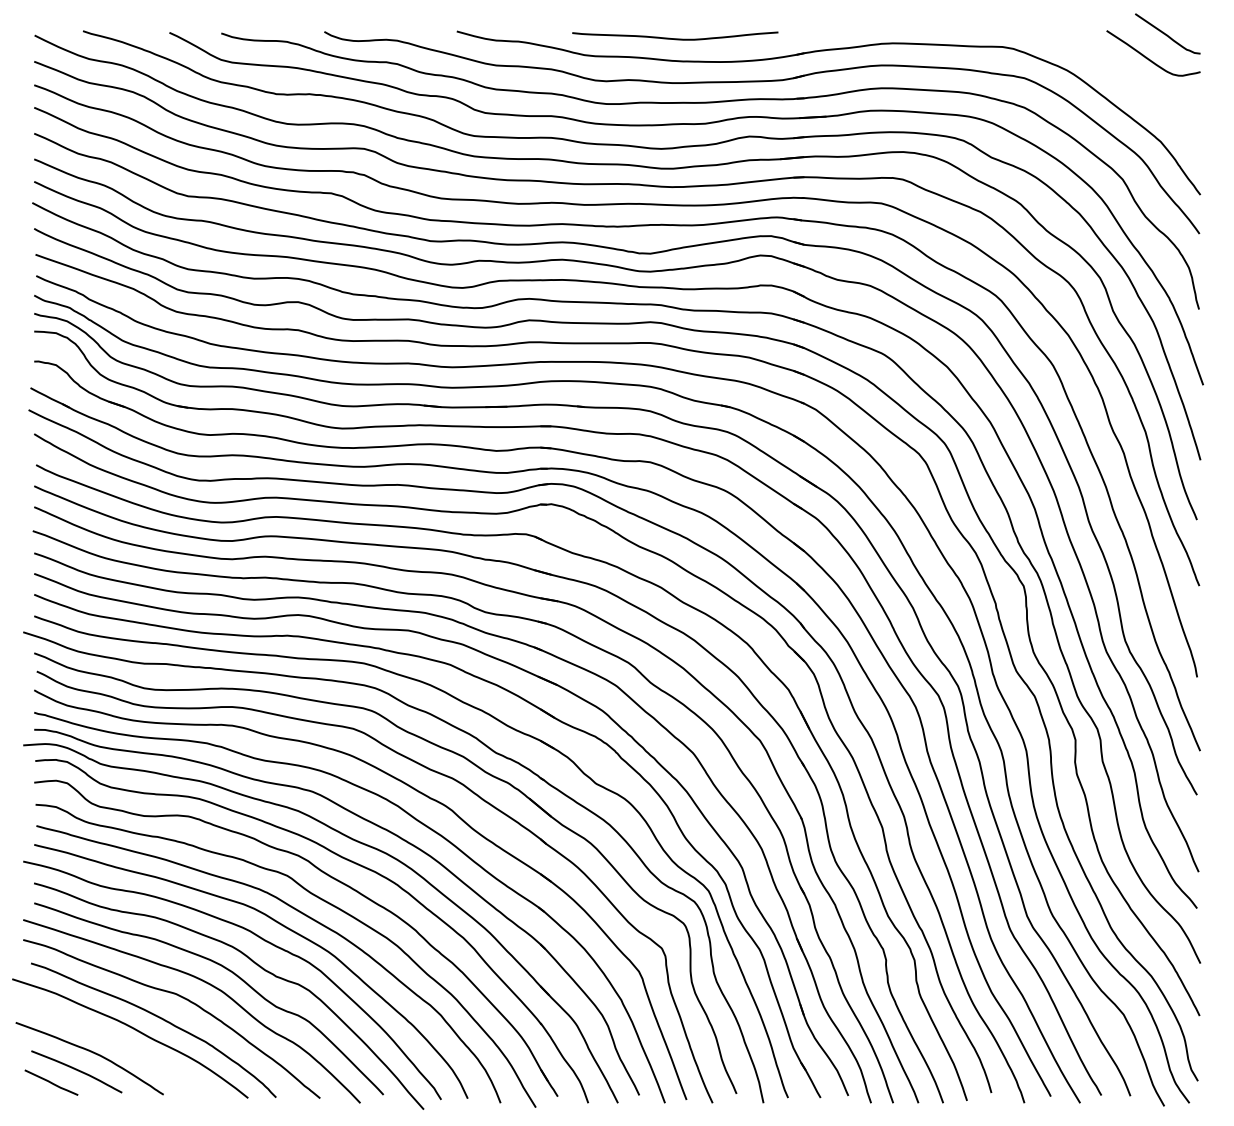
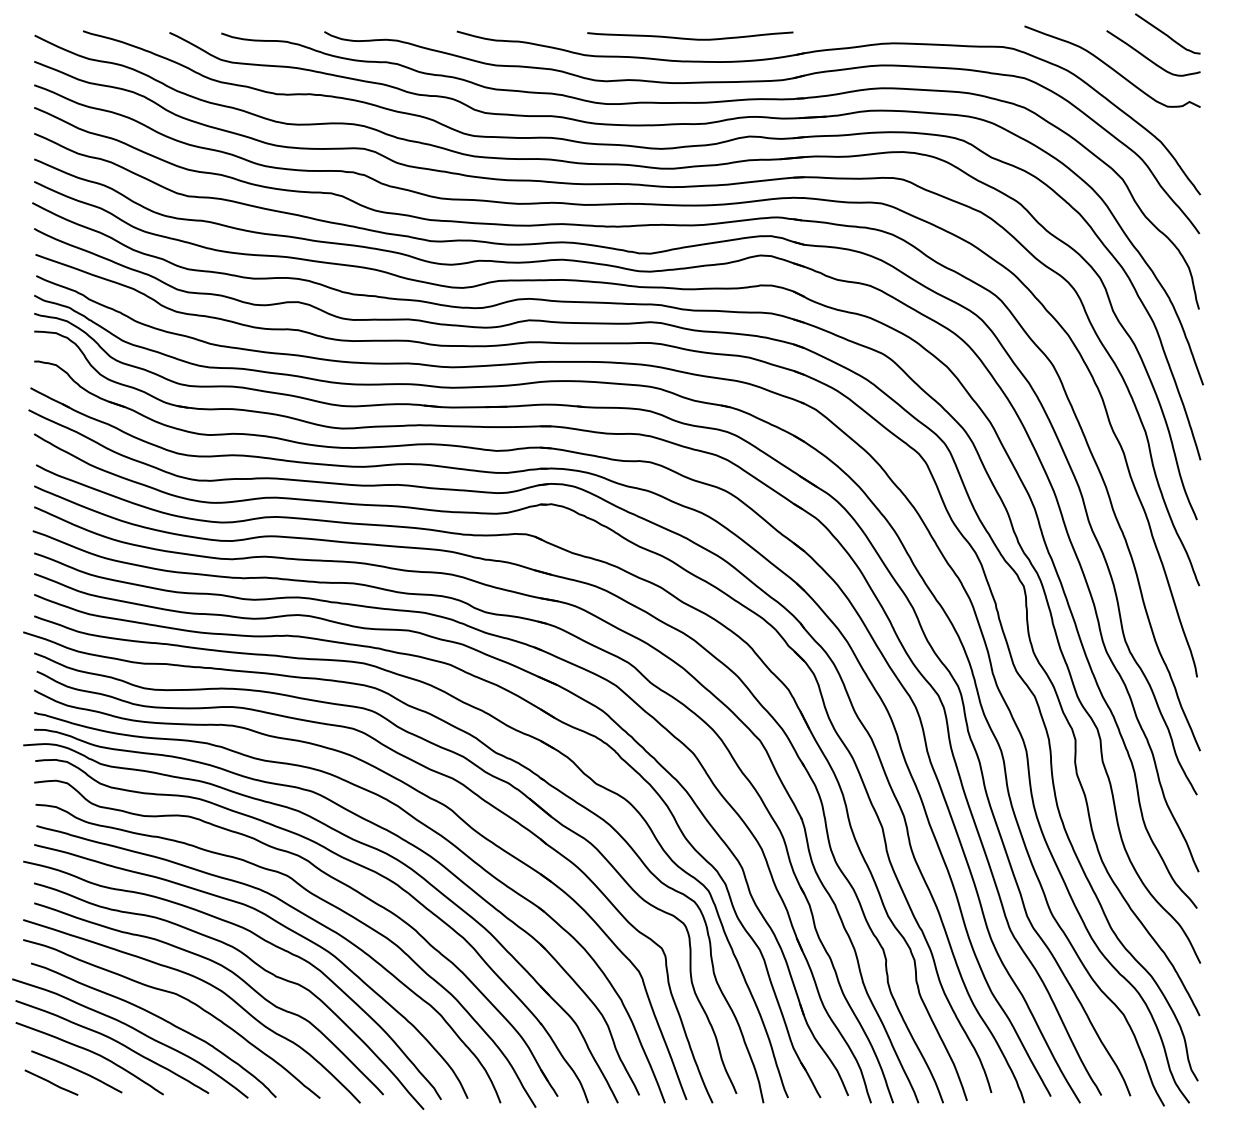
curve at (675, 38) position: (675, 38) -> (690, 38)
curve at (1112, 67): none -> present
curve at (114, 1041): none -> present
